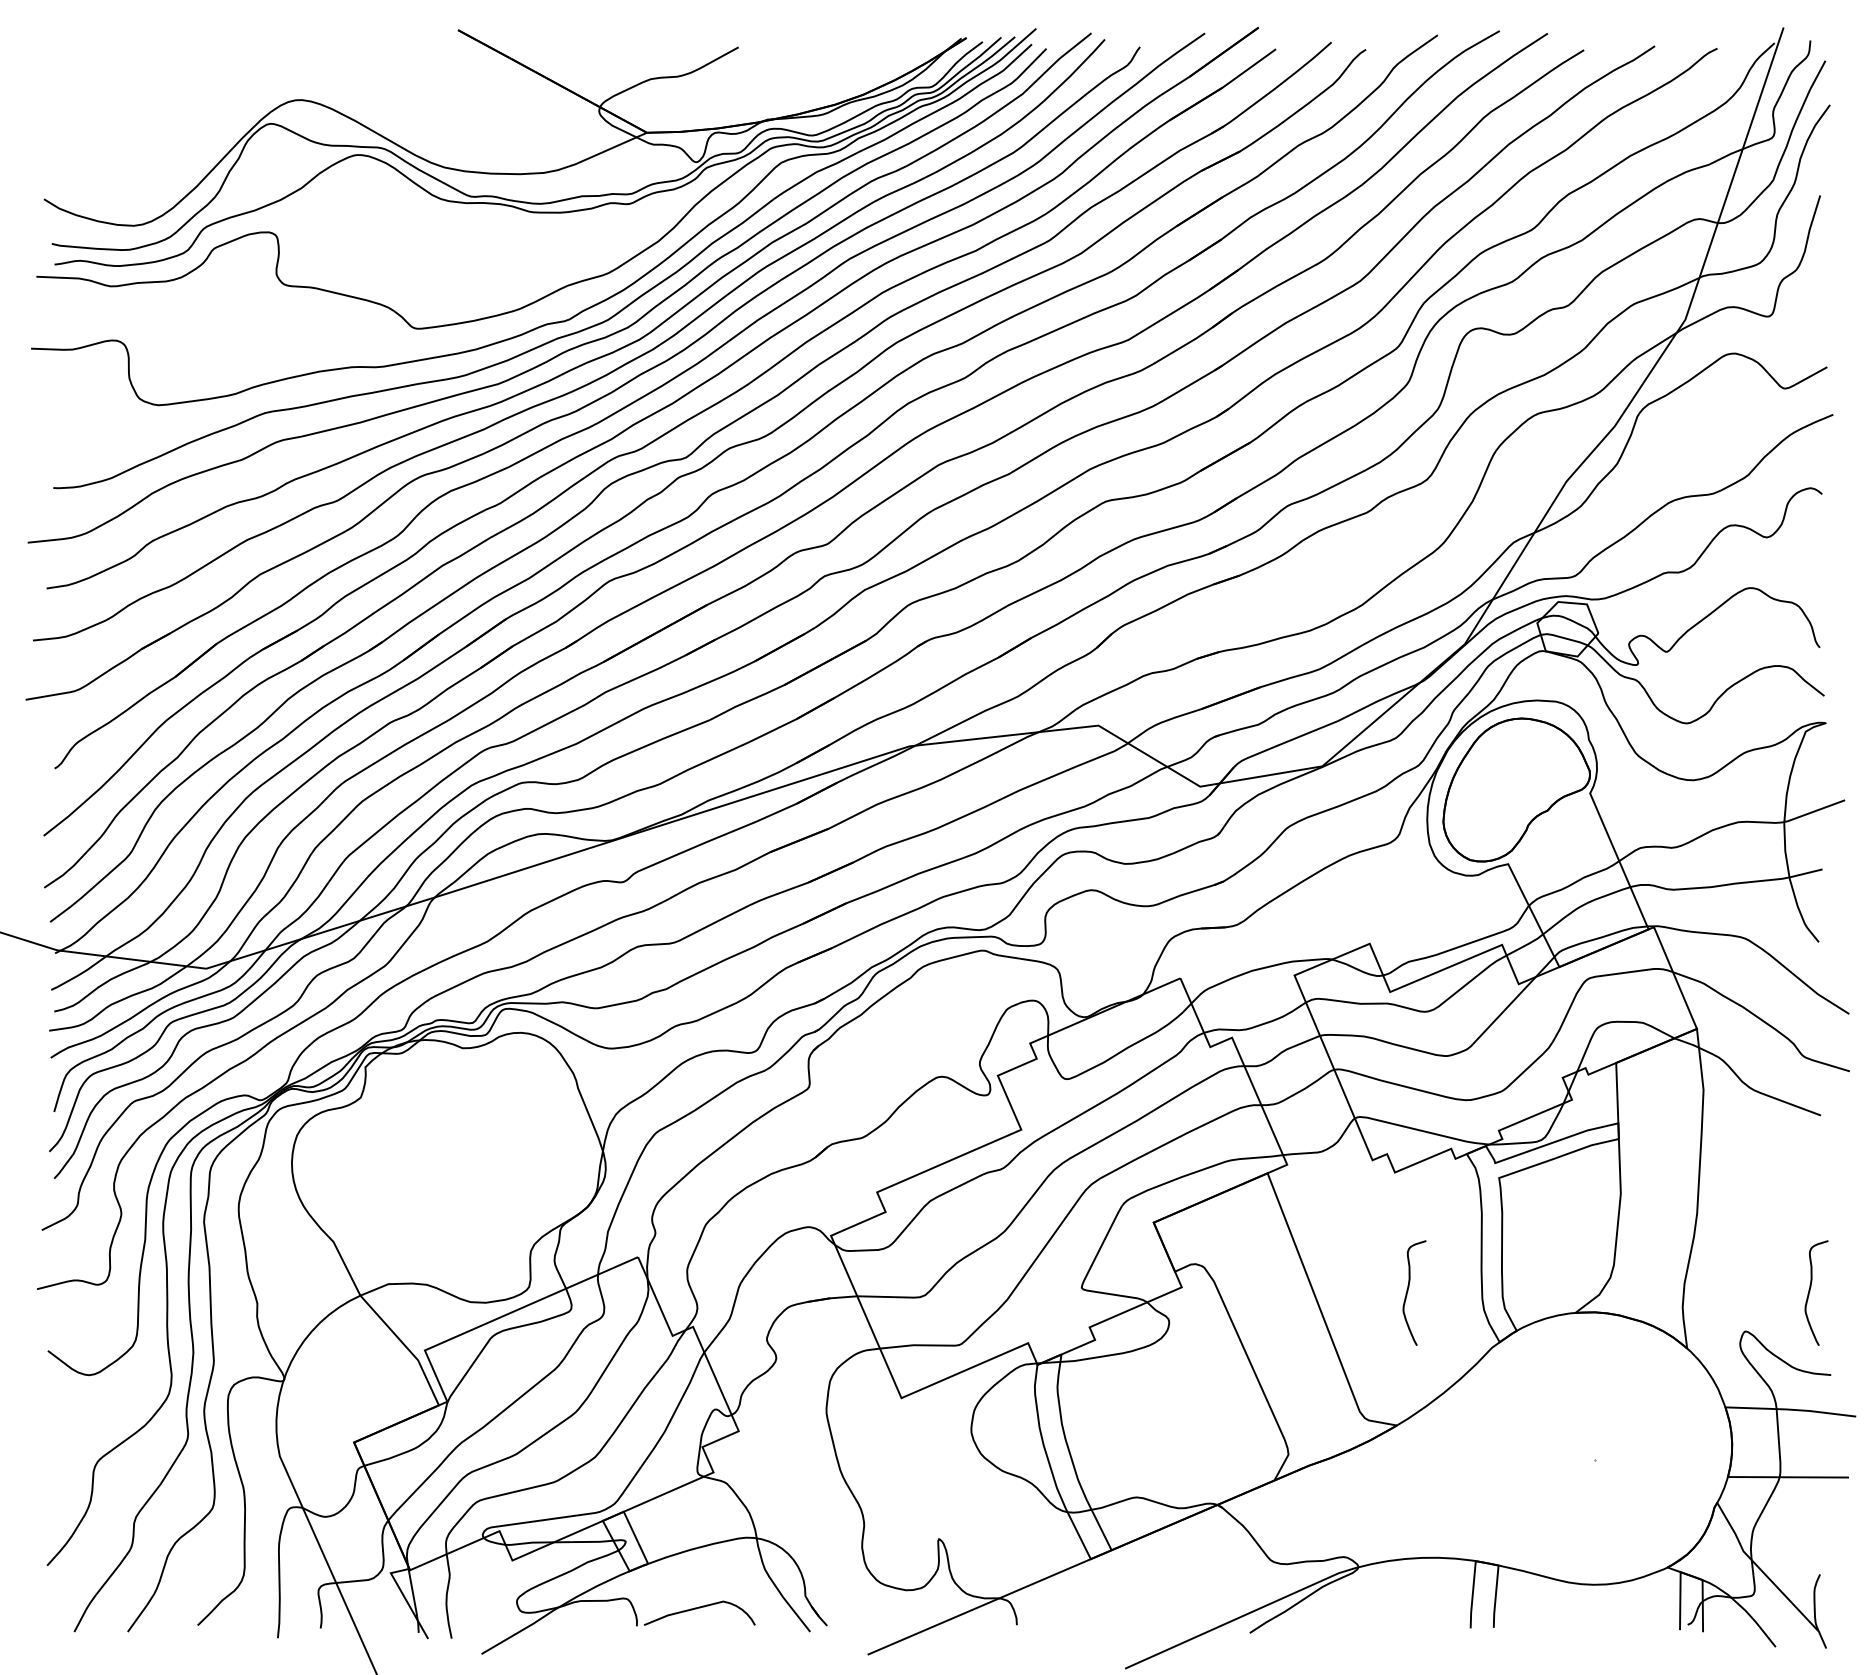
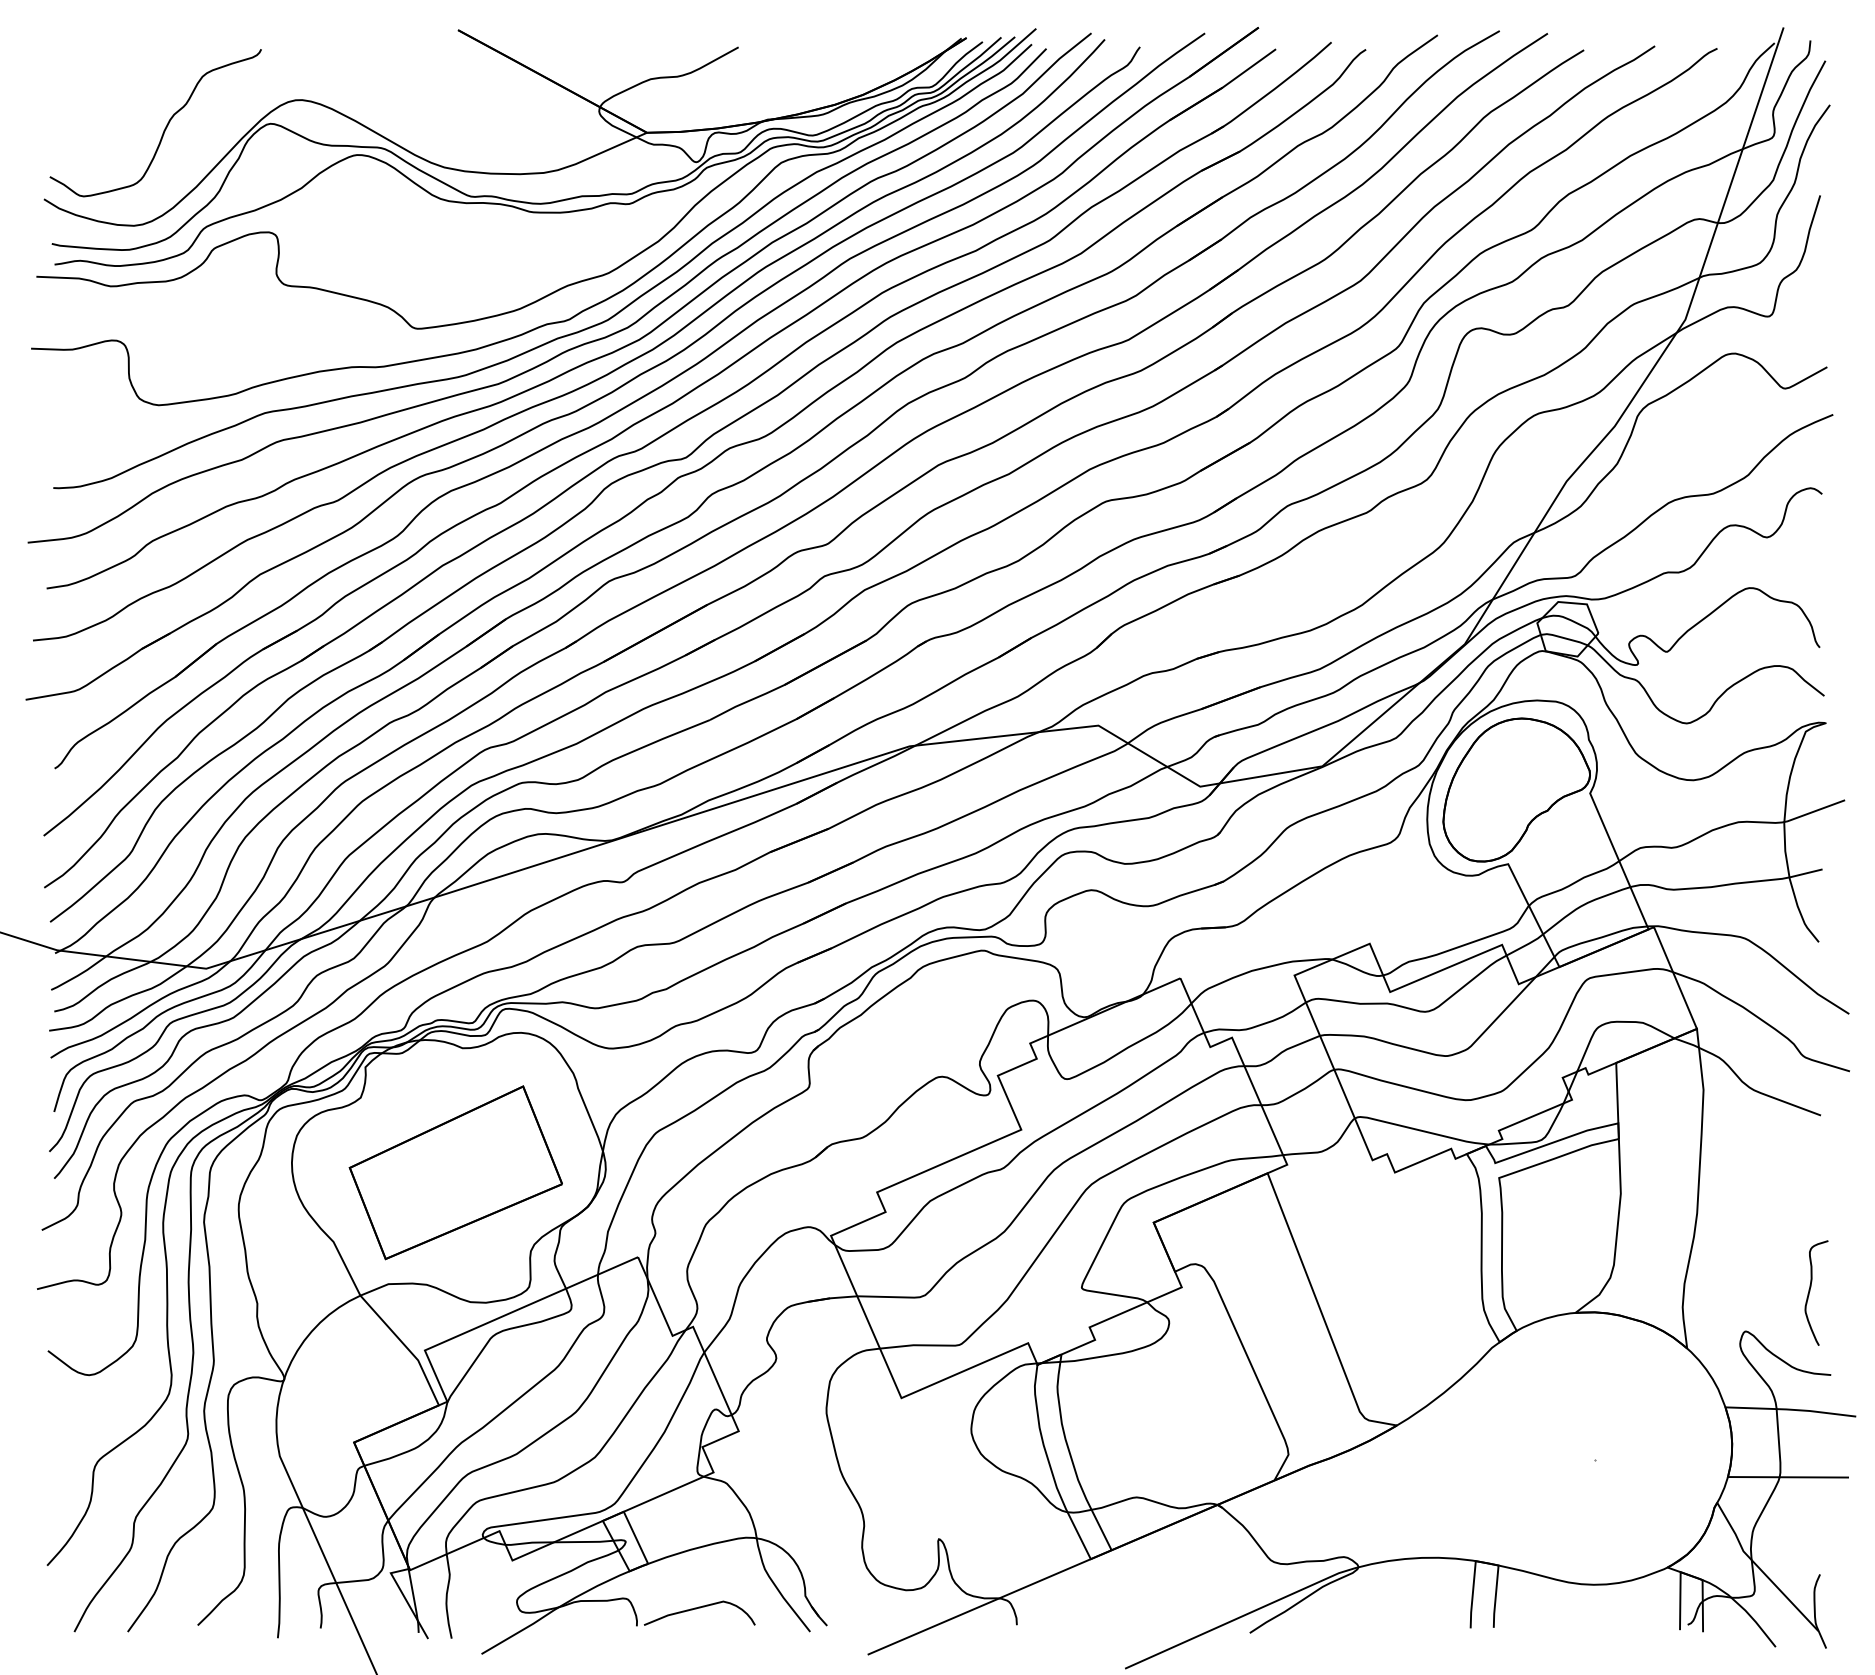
curve at (164, 128): none -> present
part at (455, 1172): none -> present
curve at (1408, 1291): present -> none
